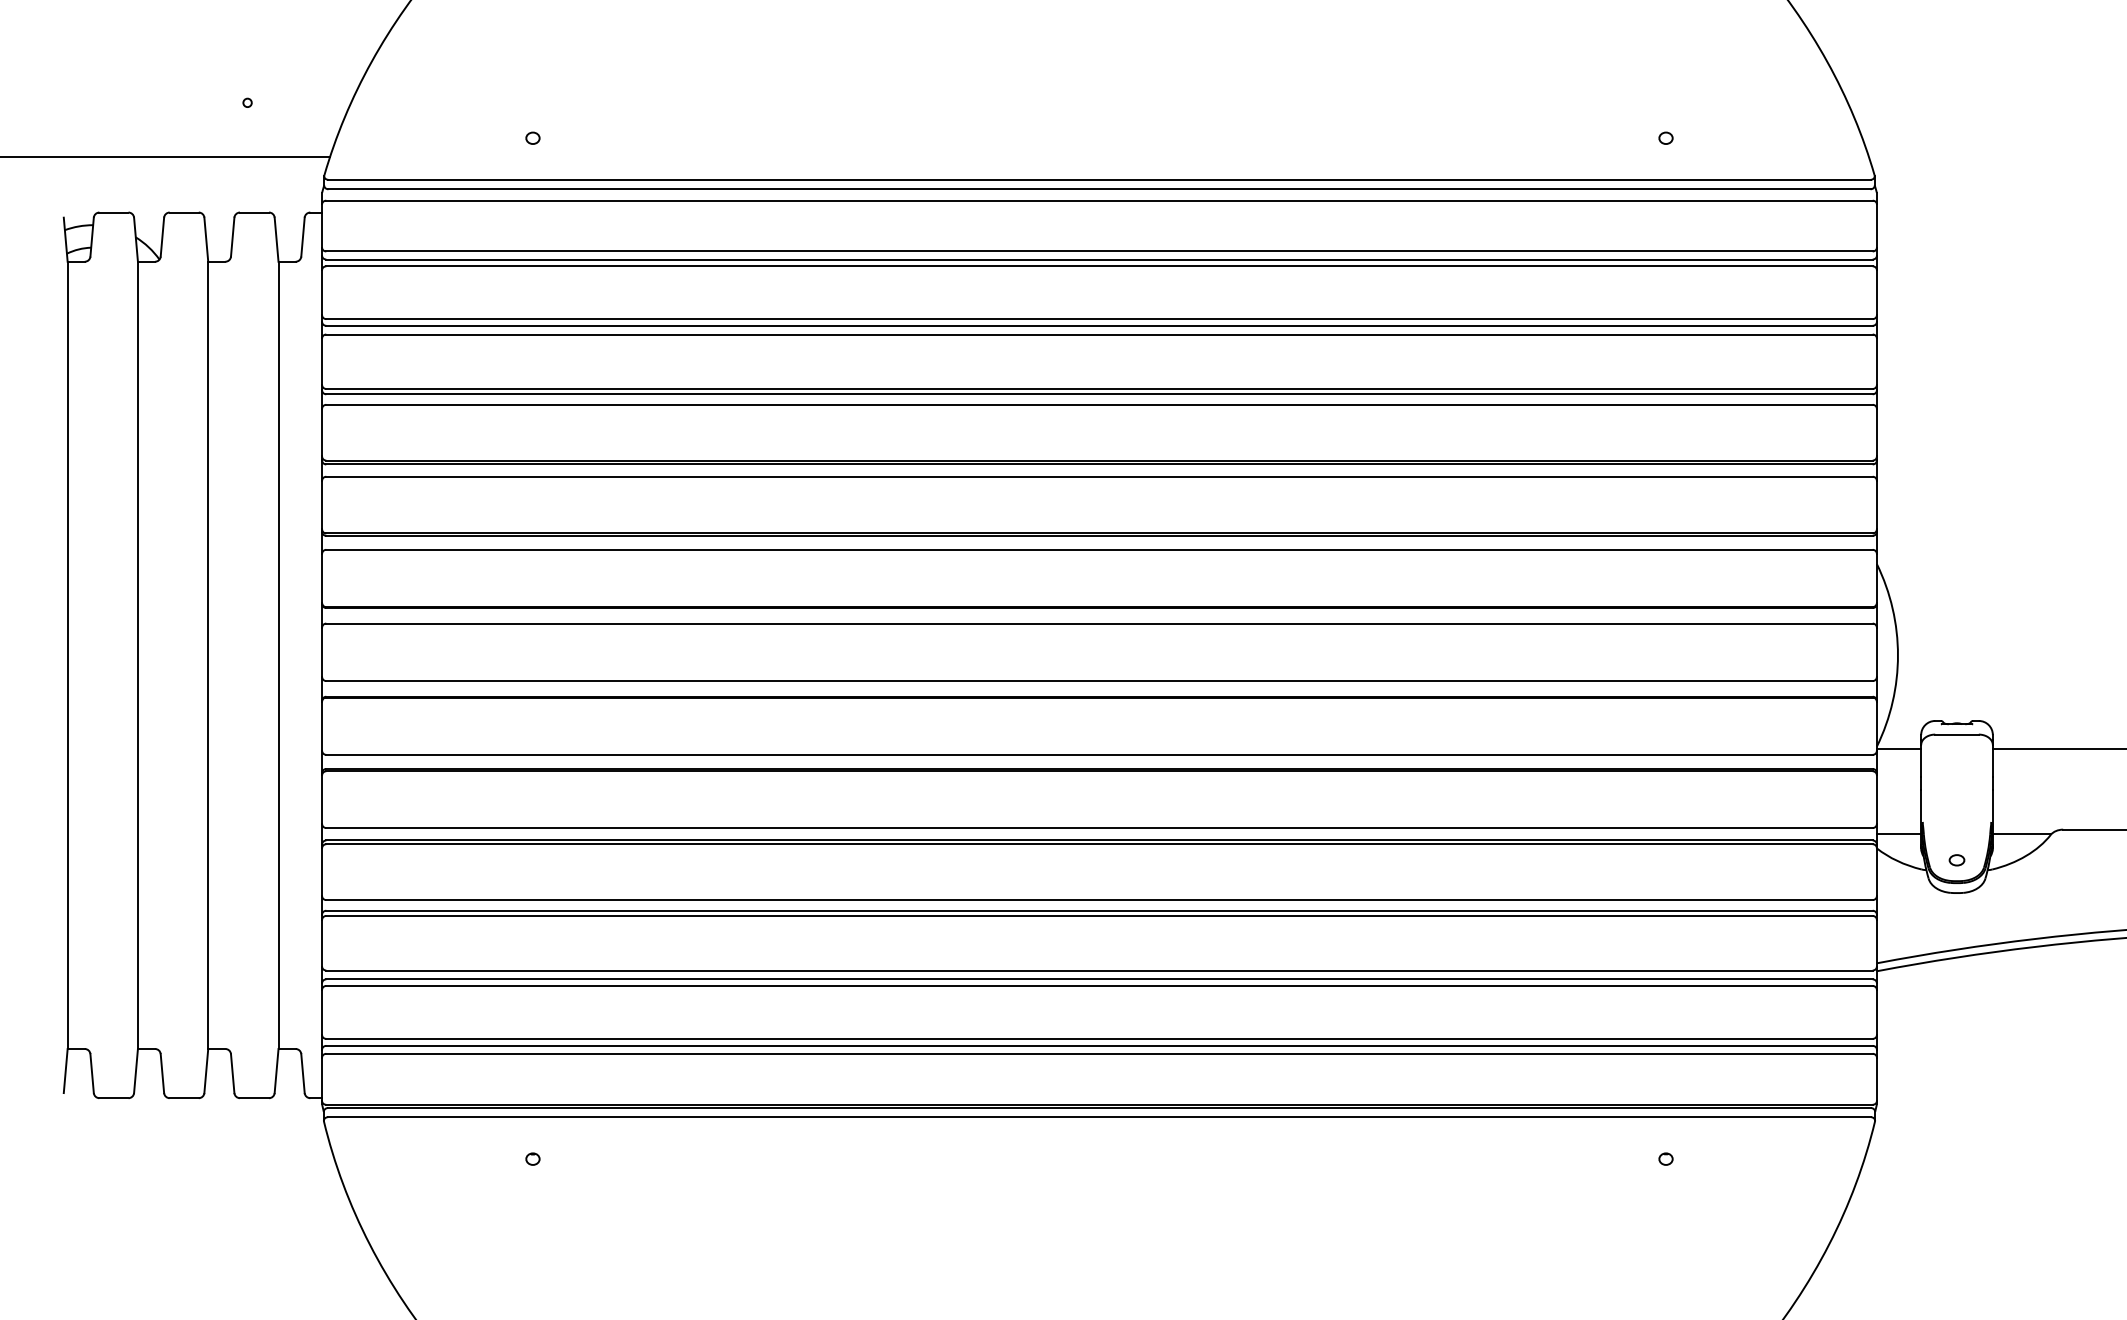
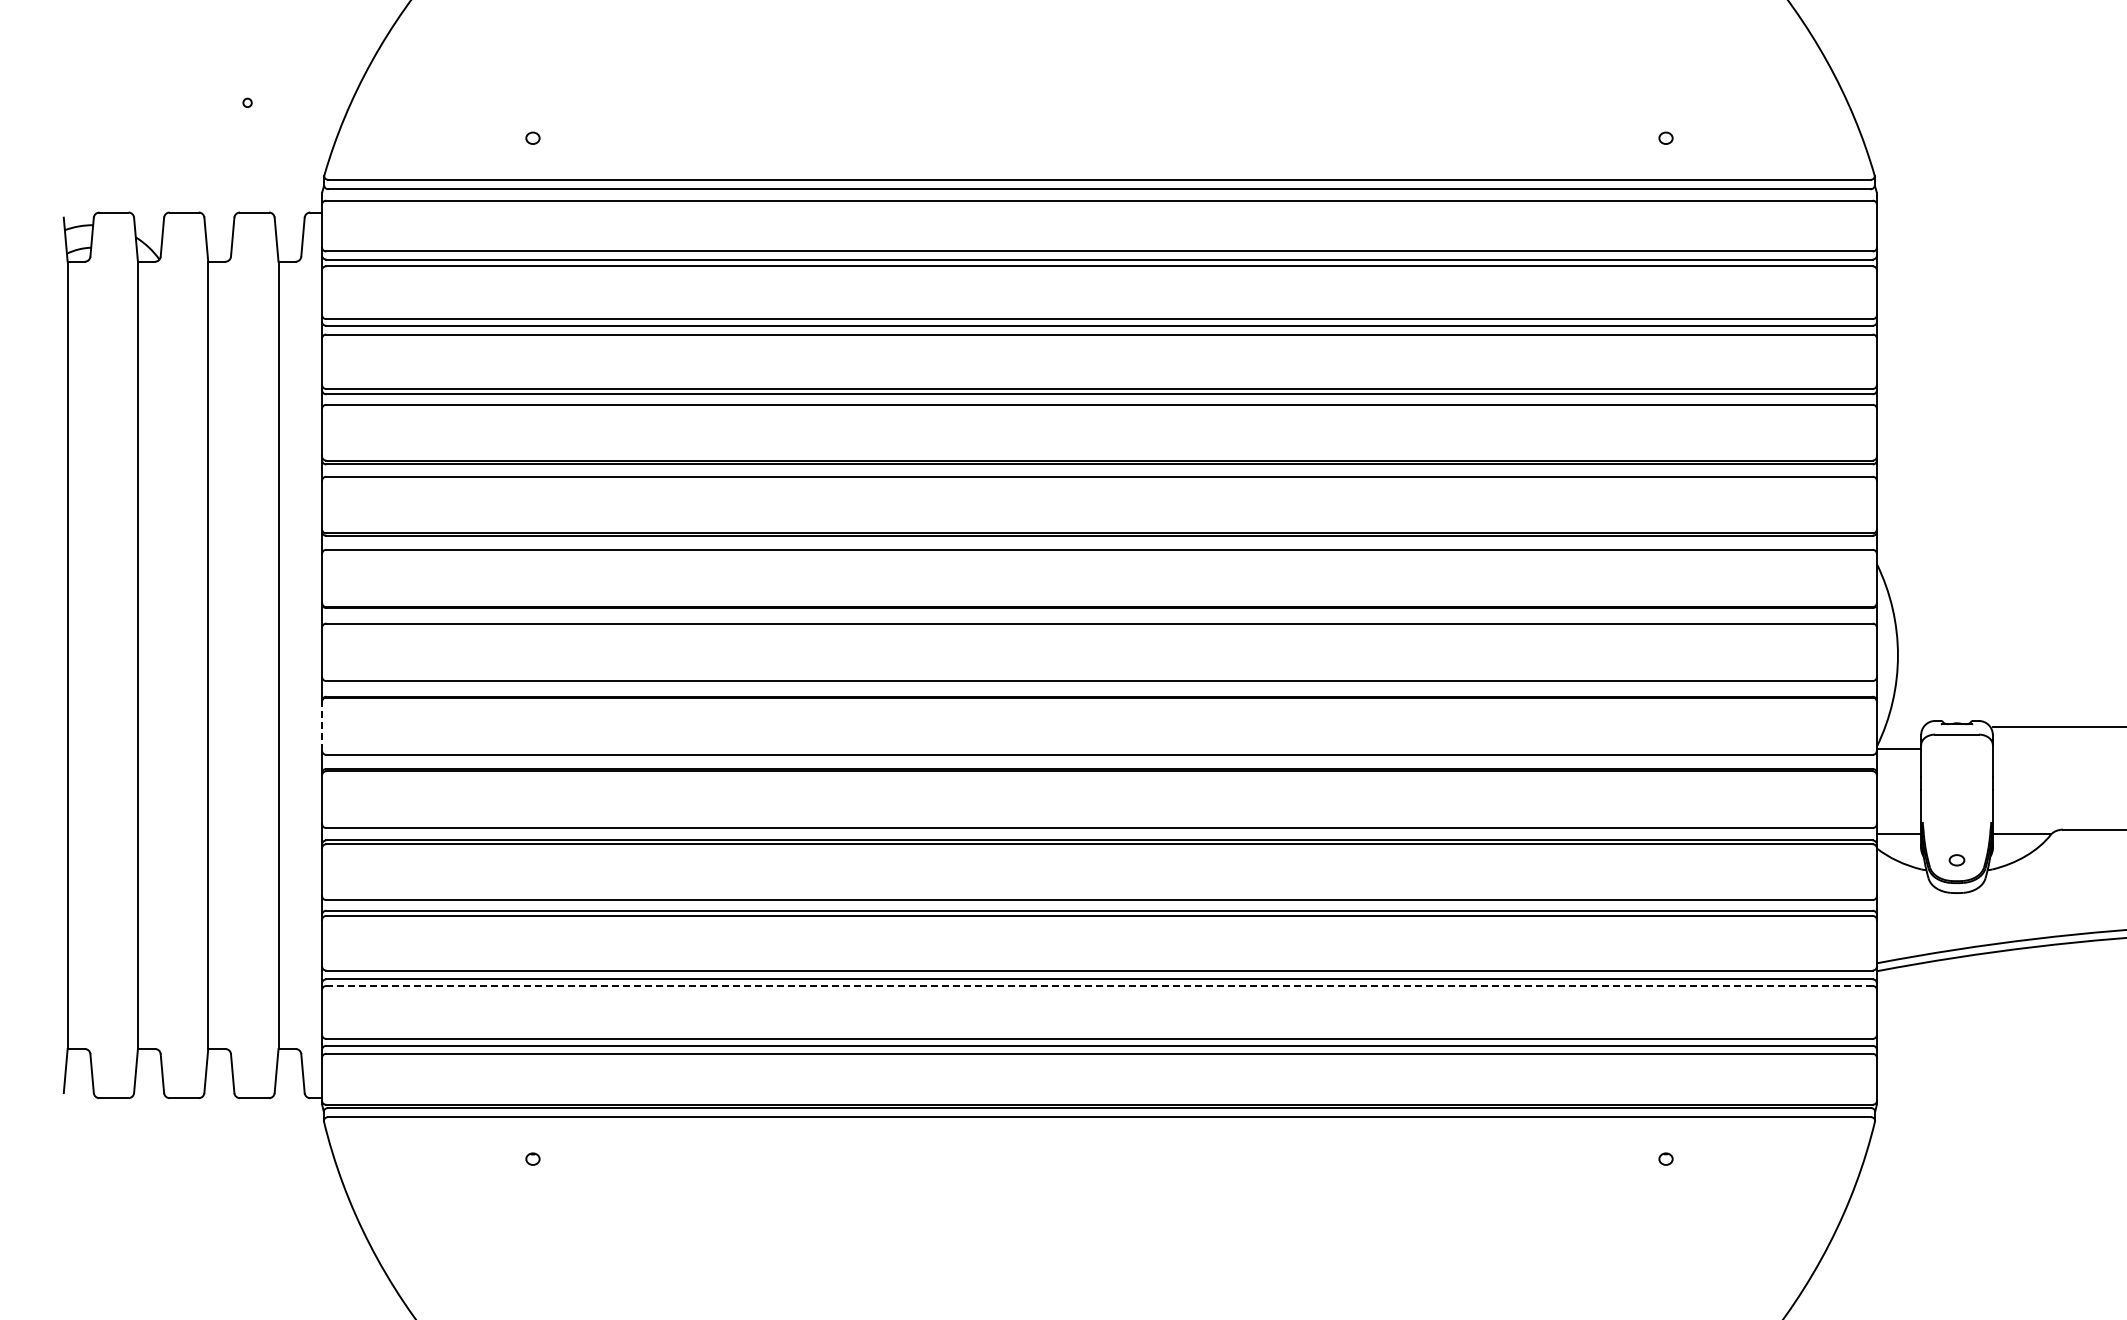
line at (166, 157): present -> none
line at (322, 725): solid -> dashed
line at (2057, 749) position: (2057, 749) -> (2057, 727)
line at (1099, 985): solid -> dashed
